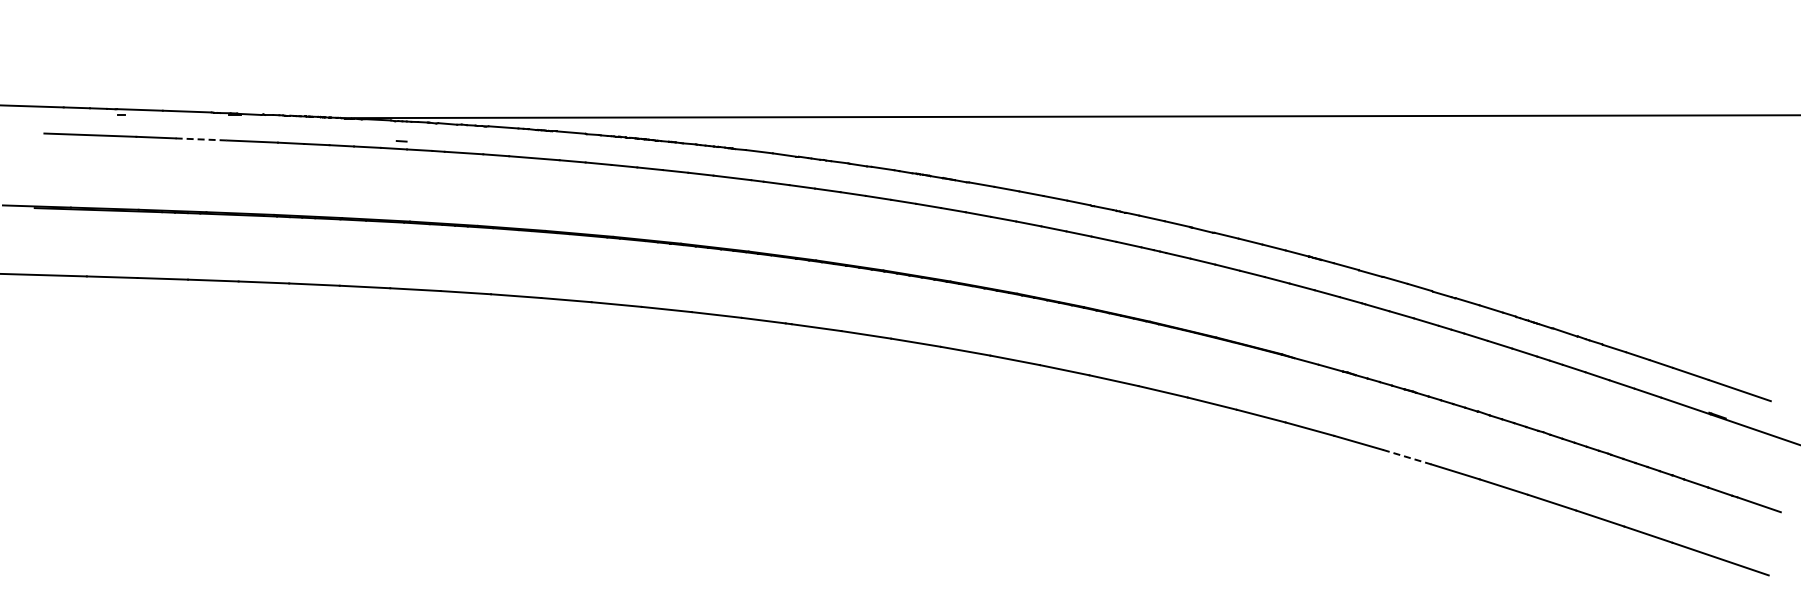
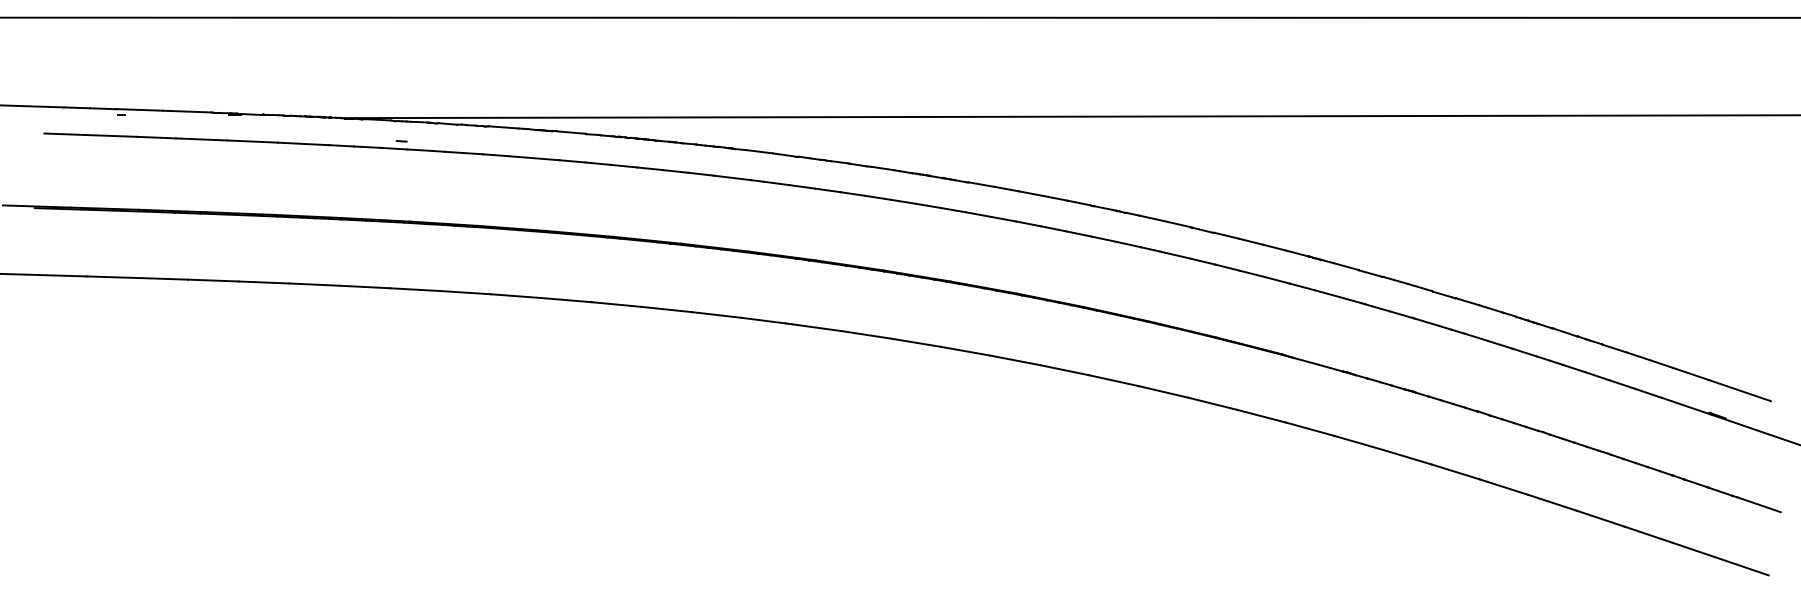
line at (899, 17): none -> present
line at (201, 139): dashed -> solid
line at (1407, 457): dashed -> solid
